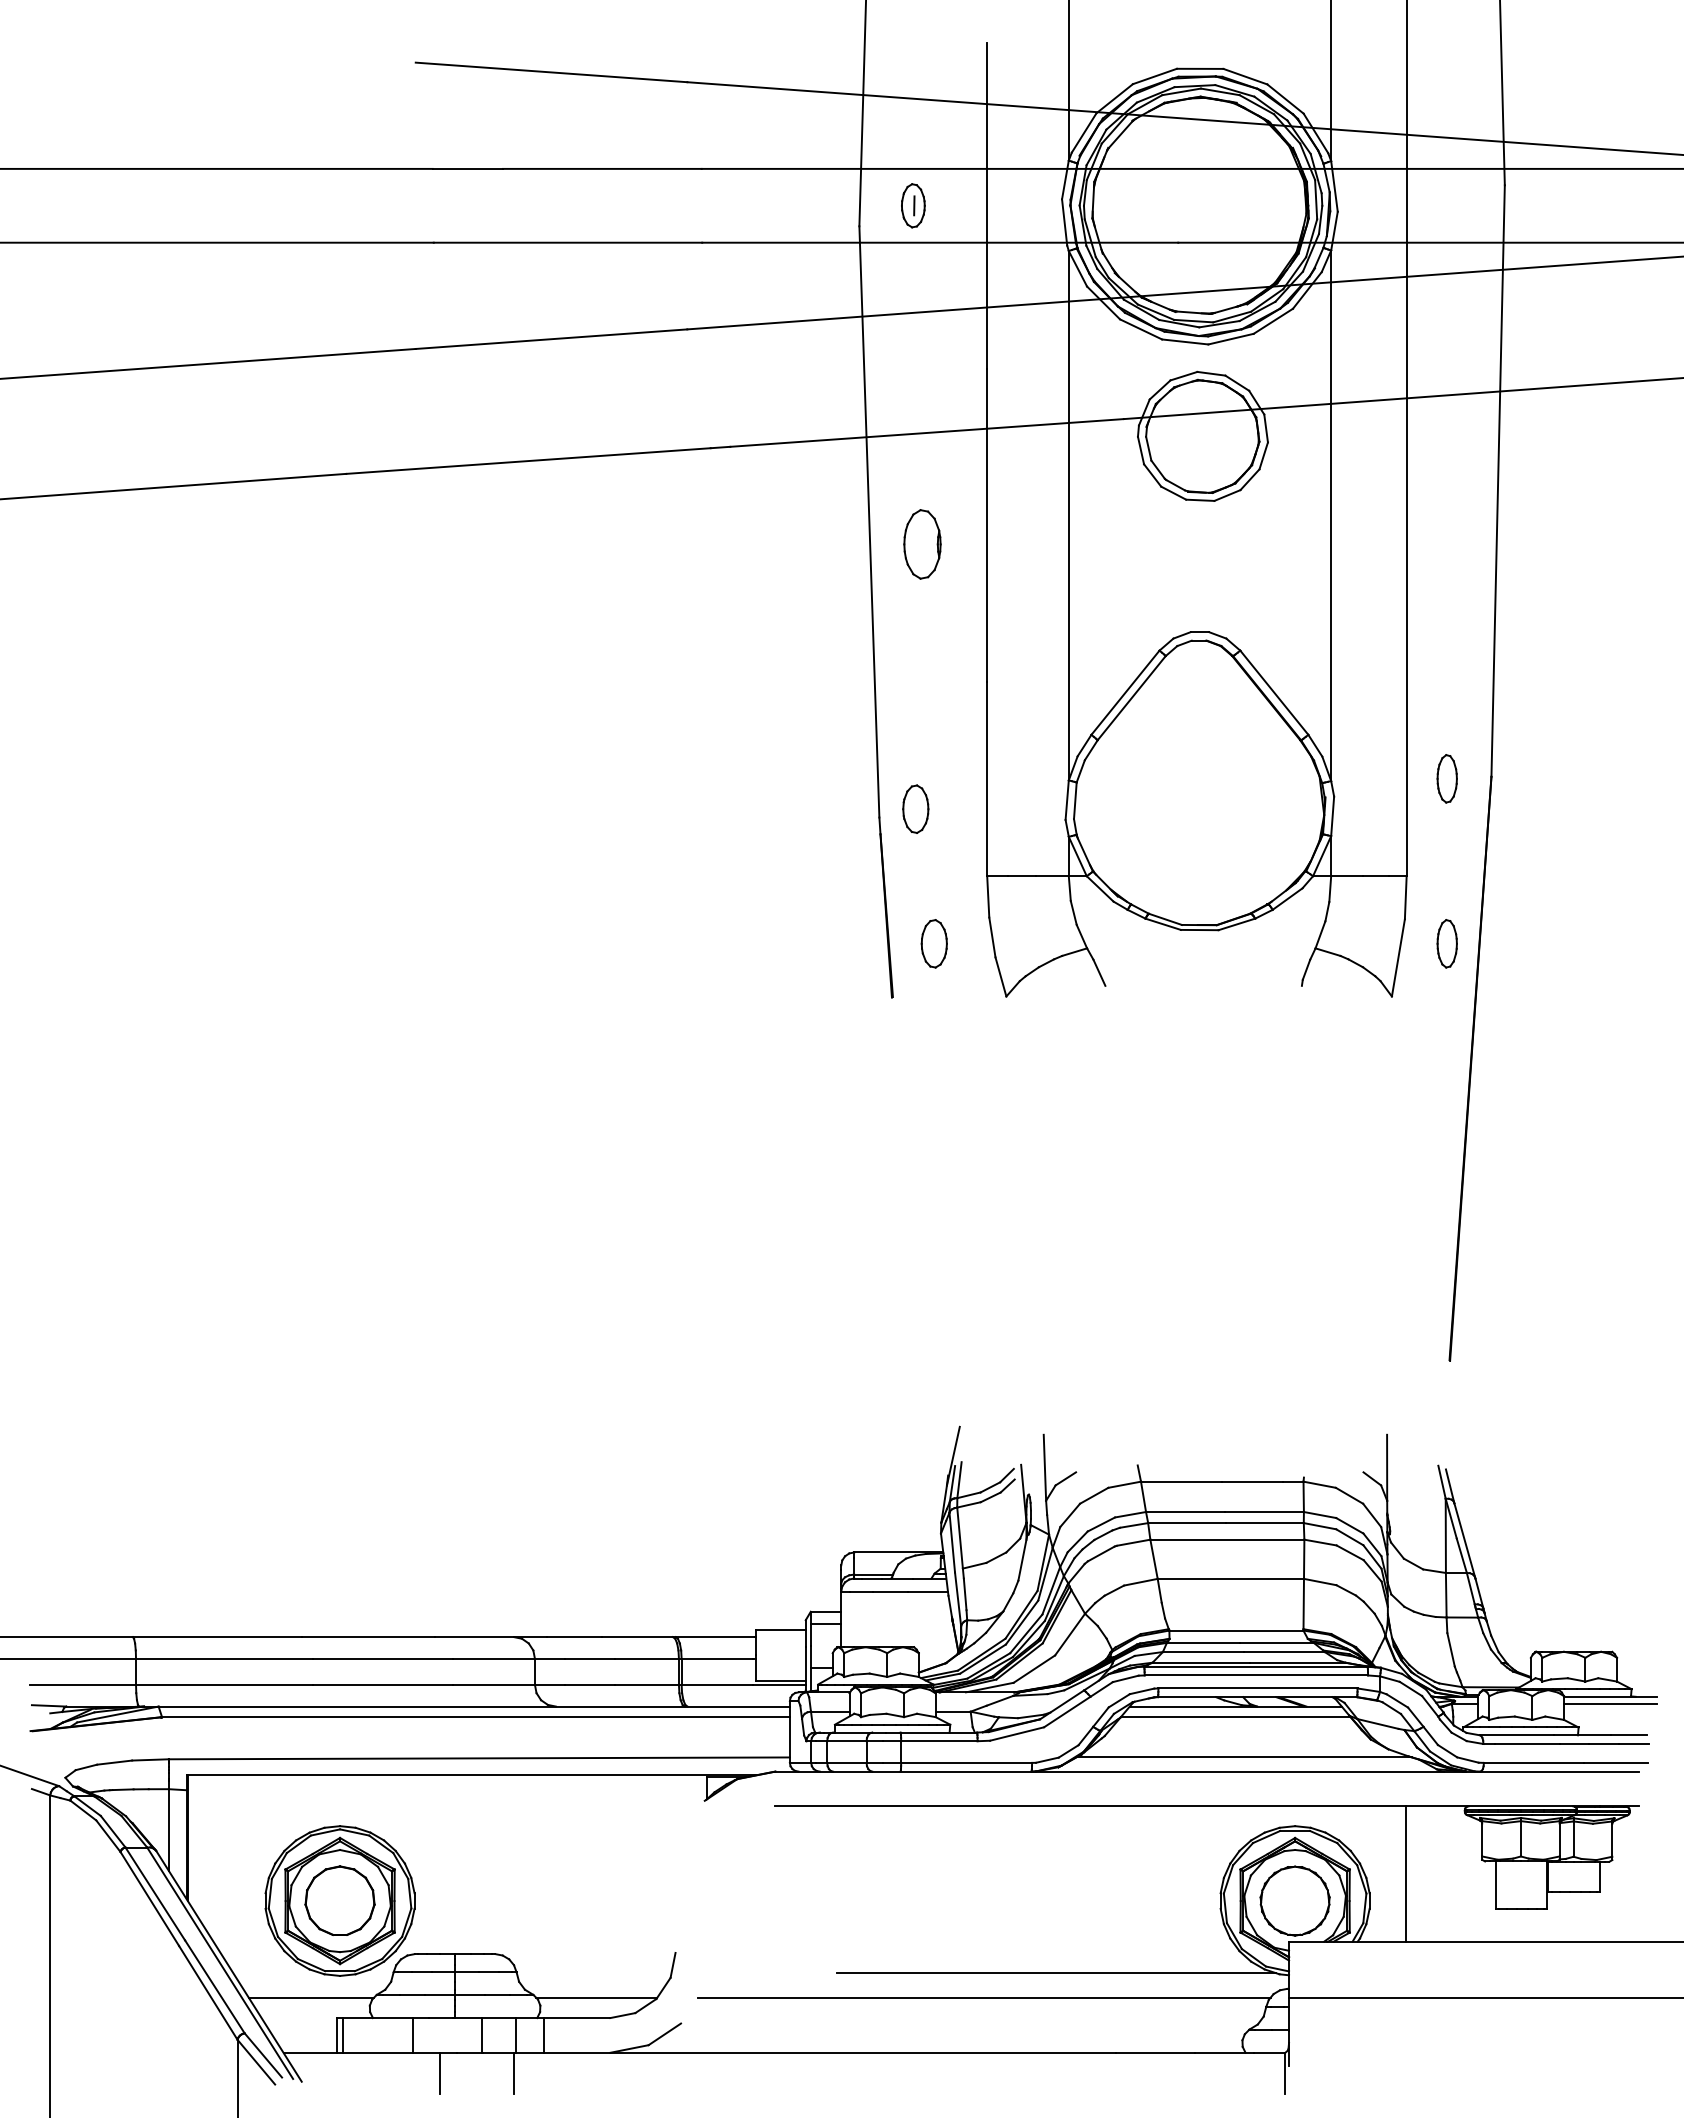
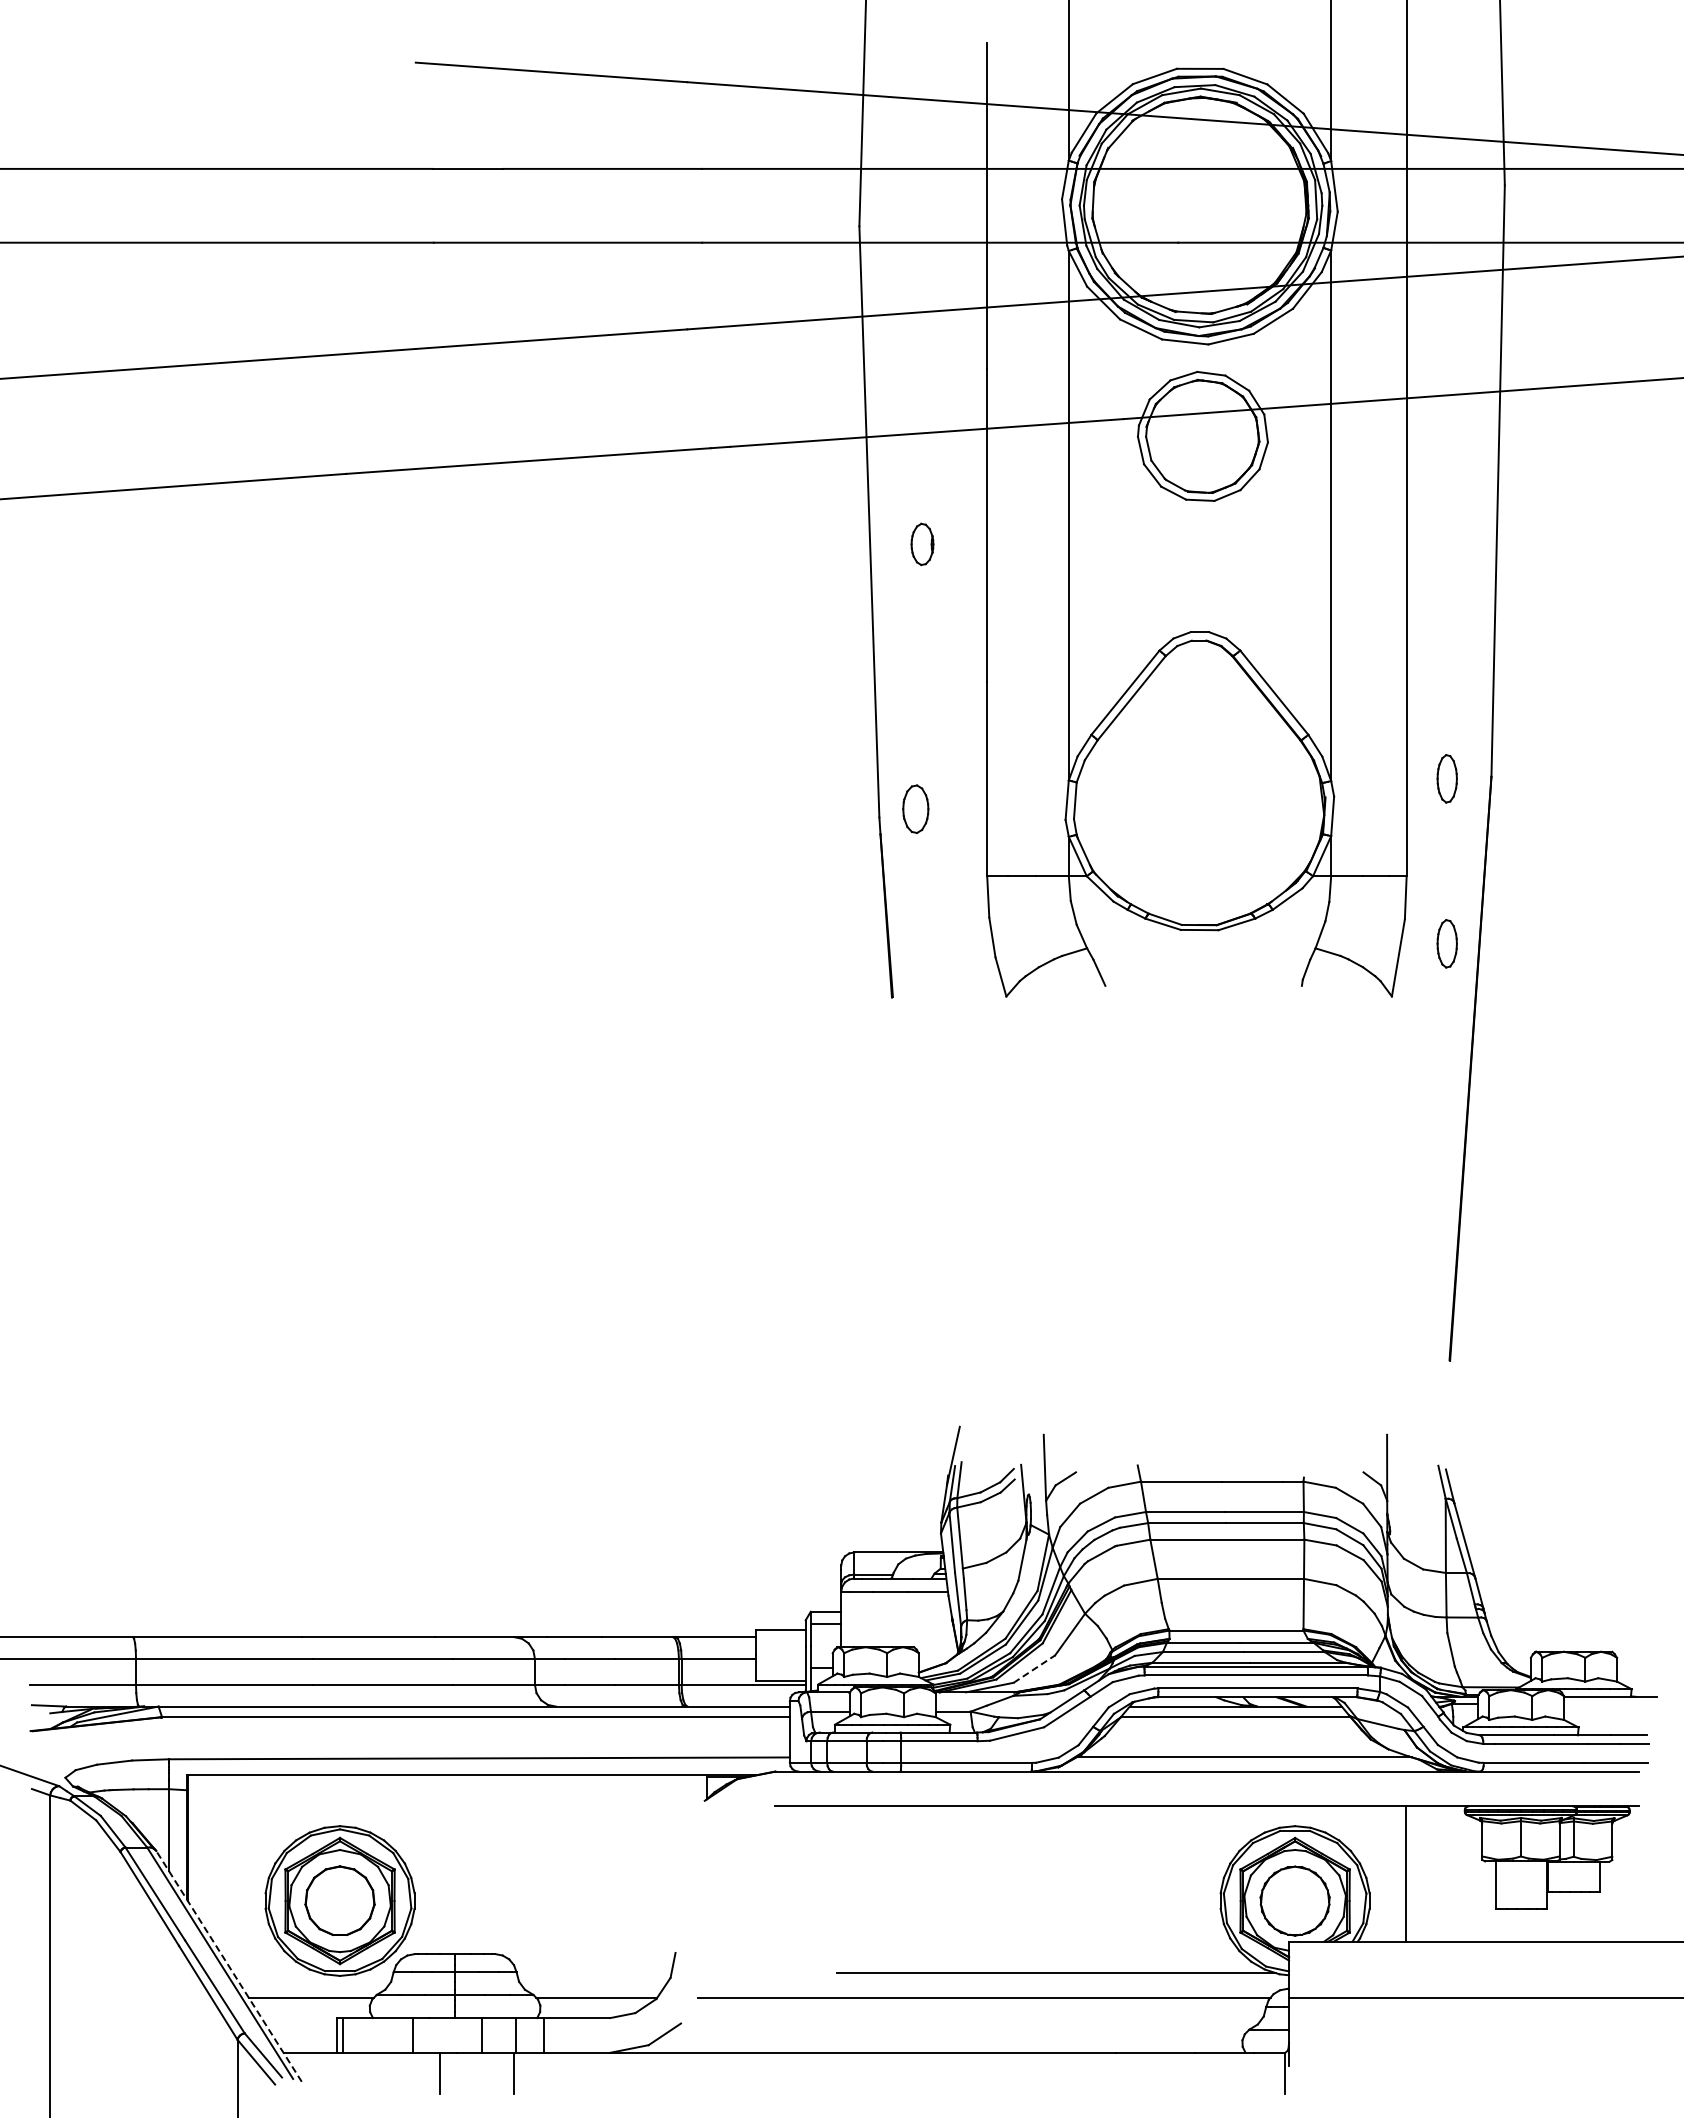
part at (913, 205): present -> none
part at (922, 544) size: 39x71 px -> 25x45 px
part at (933, 943): present -> none
line at (1034, 1669): solid -> dashed
line at (1610, 1704): present -> none
line at (228, 1965): solid -> dashed
